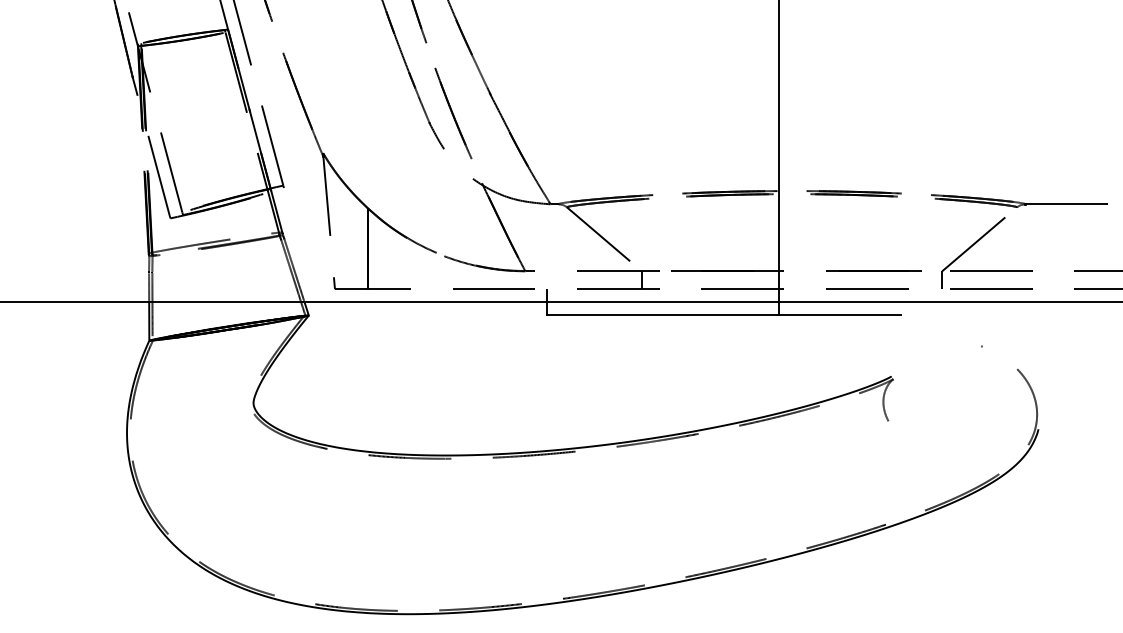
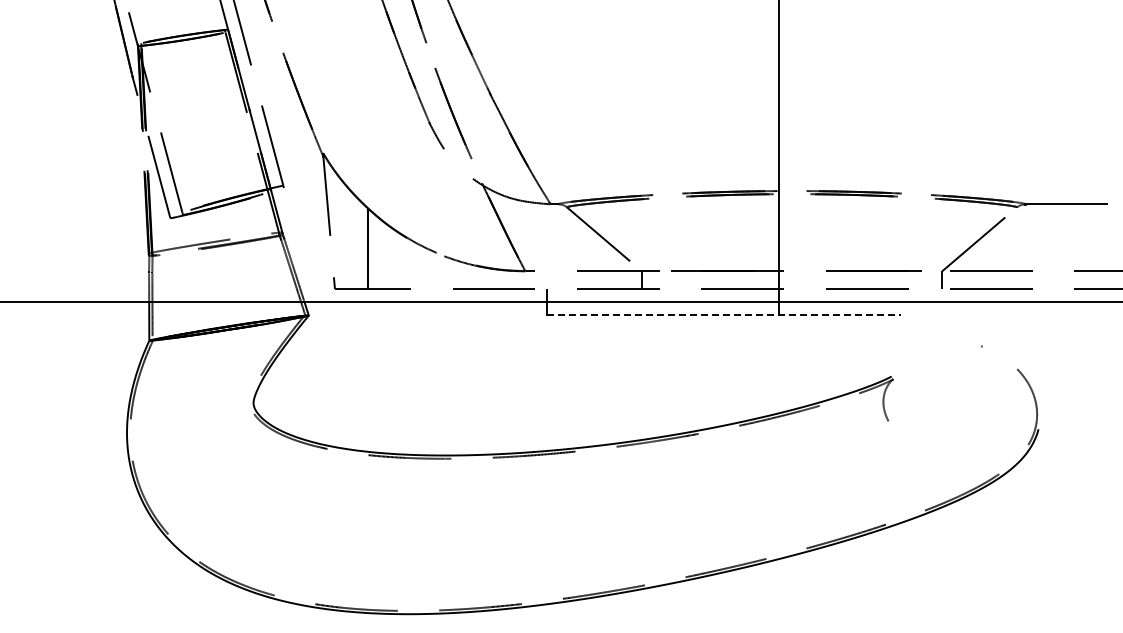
line at (723, 315): solid -> dashed
